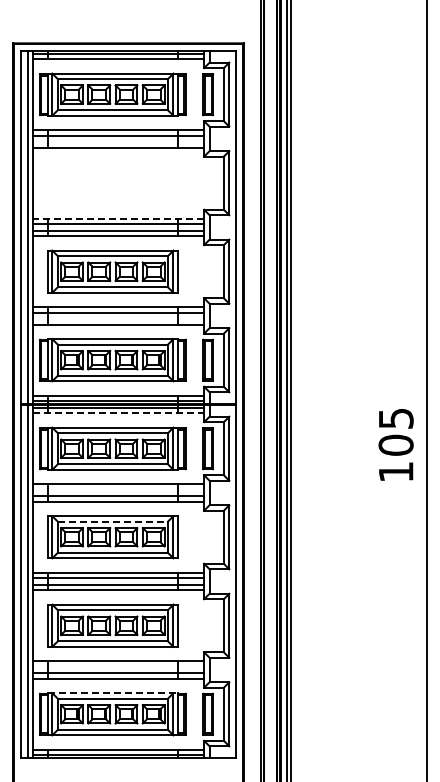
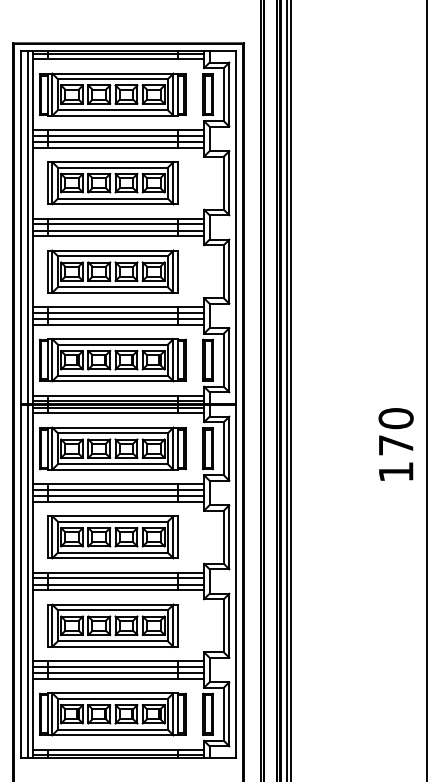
line at (118, 142): none -> present
part at (112, 183): none -> present
line at (118, 218): dashed -> solid
line at (118, 319): none -> present
line at (119, 413): dashed -> solid
text at (395, 431): 105 -> 170
line at (118, 489): none -> present
line at (113, 521): dashed -> solid
line at (118, 666): none -> present
line at (112, 693): dashed -> solid
